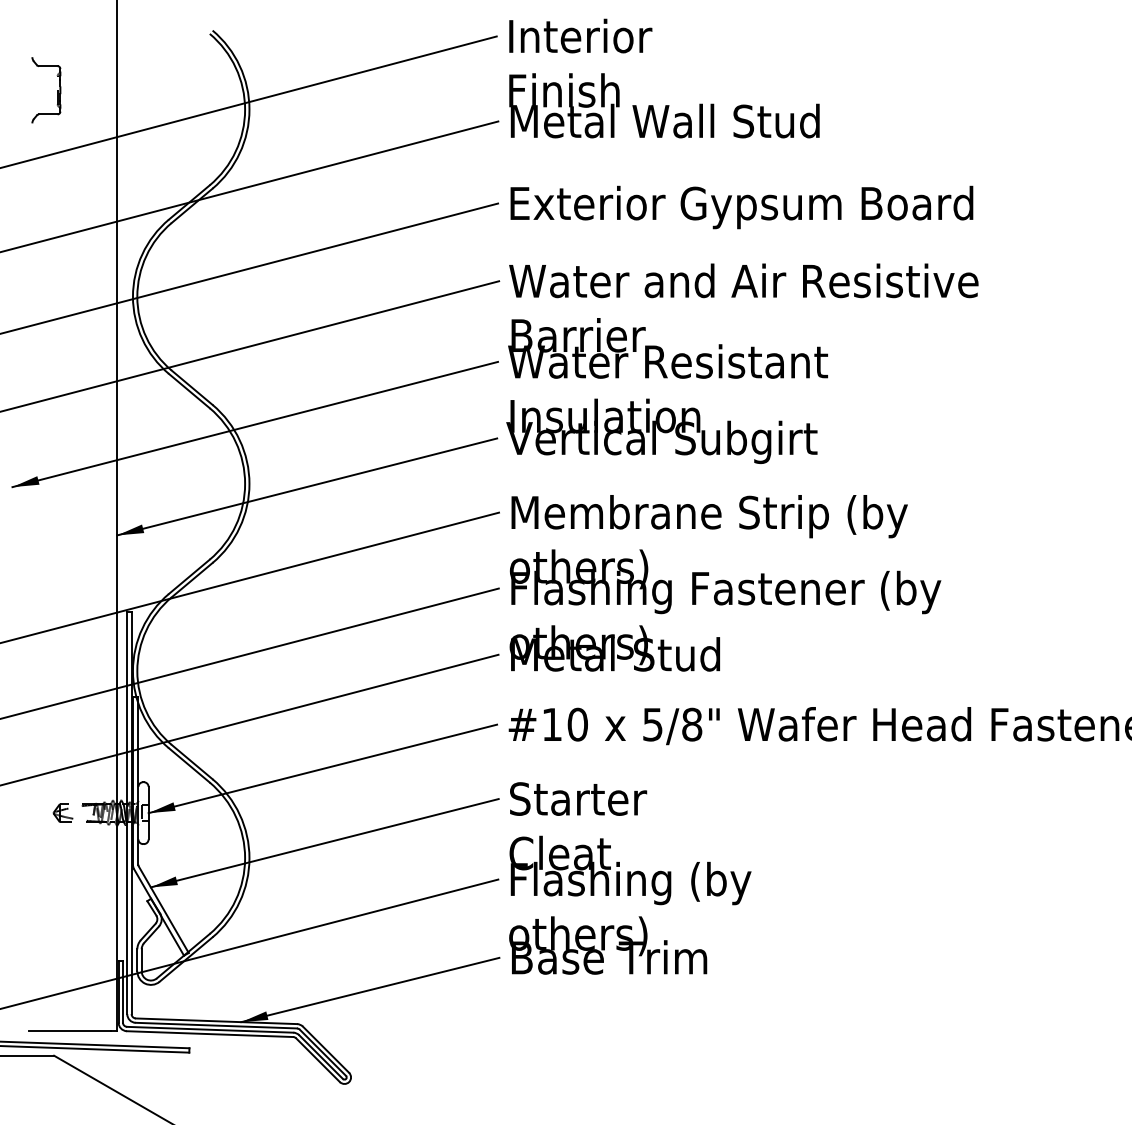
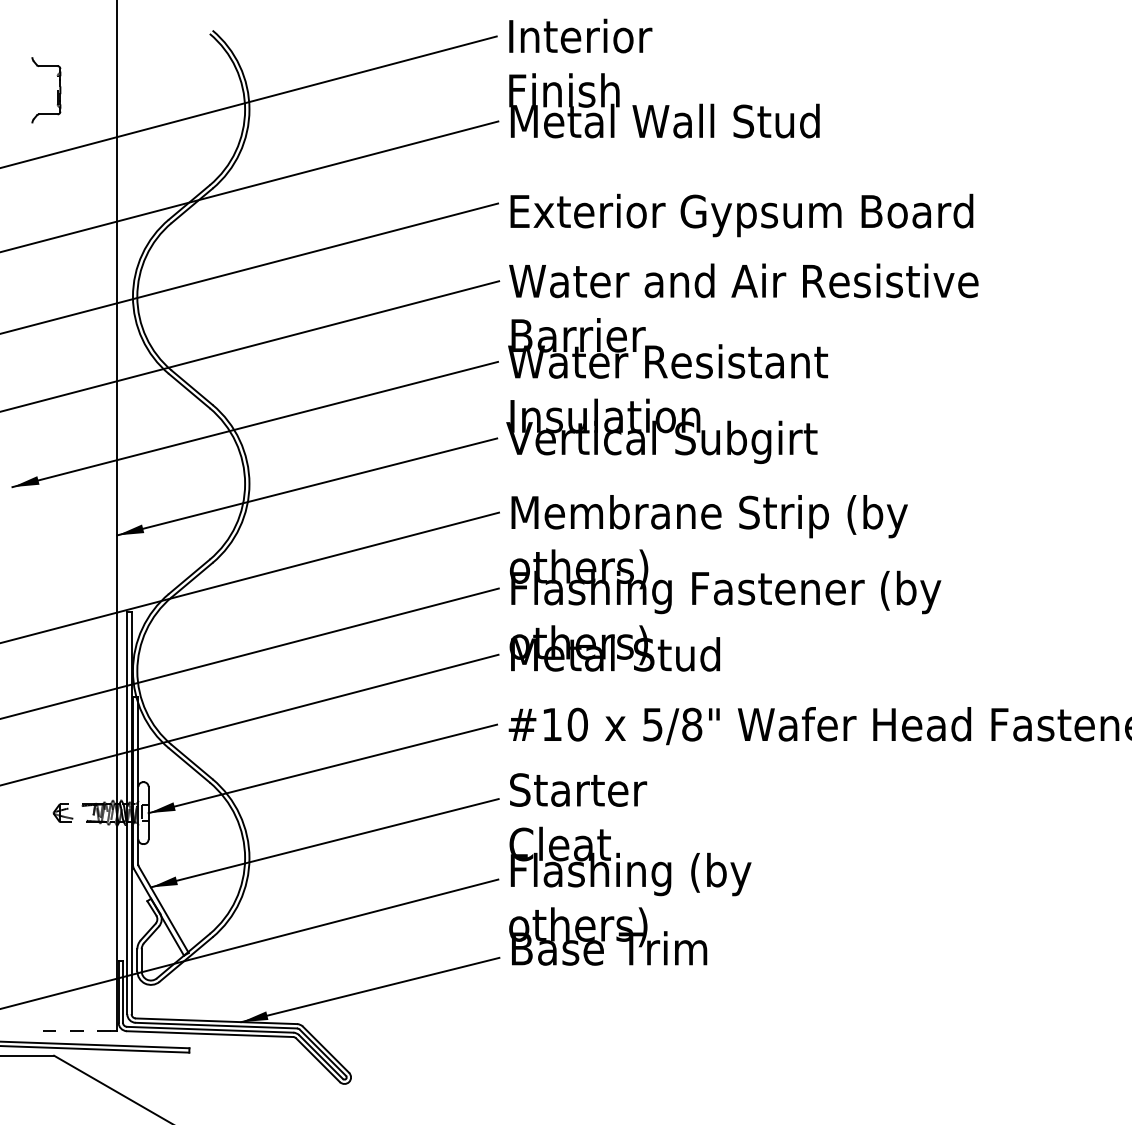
text at (741, 207) position: (741, 207) -> (741, 215)
text at (630, 878) position: (630, 878) -> (630, 869)
line at (69, 1031): solid -> dashed
